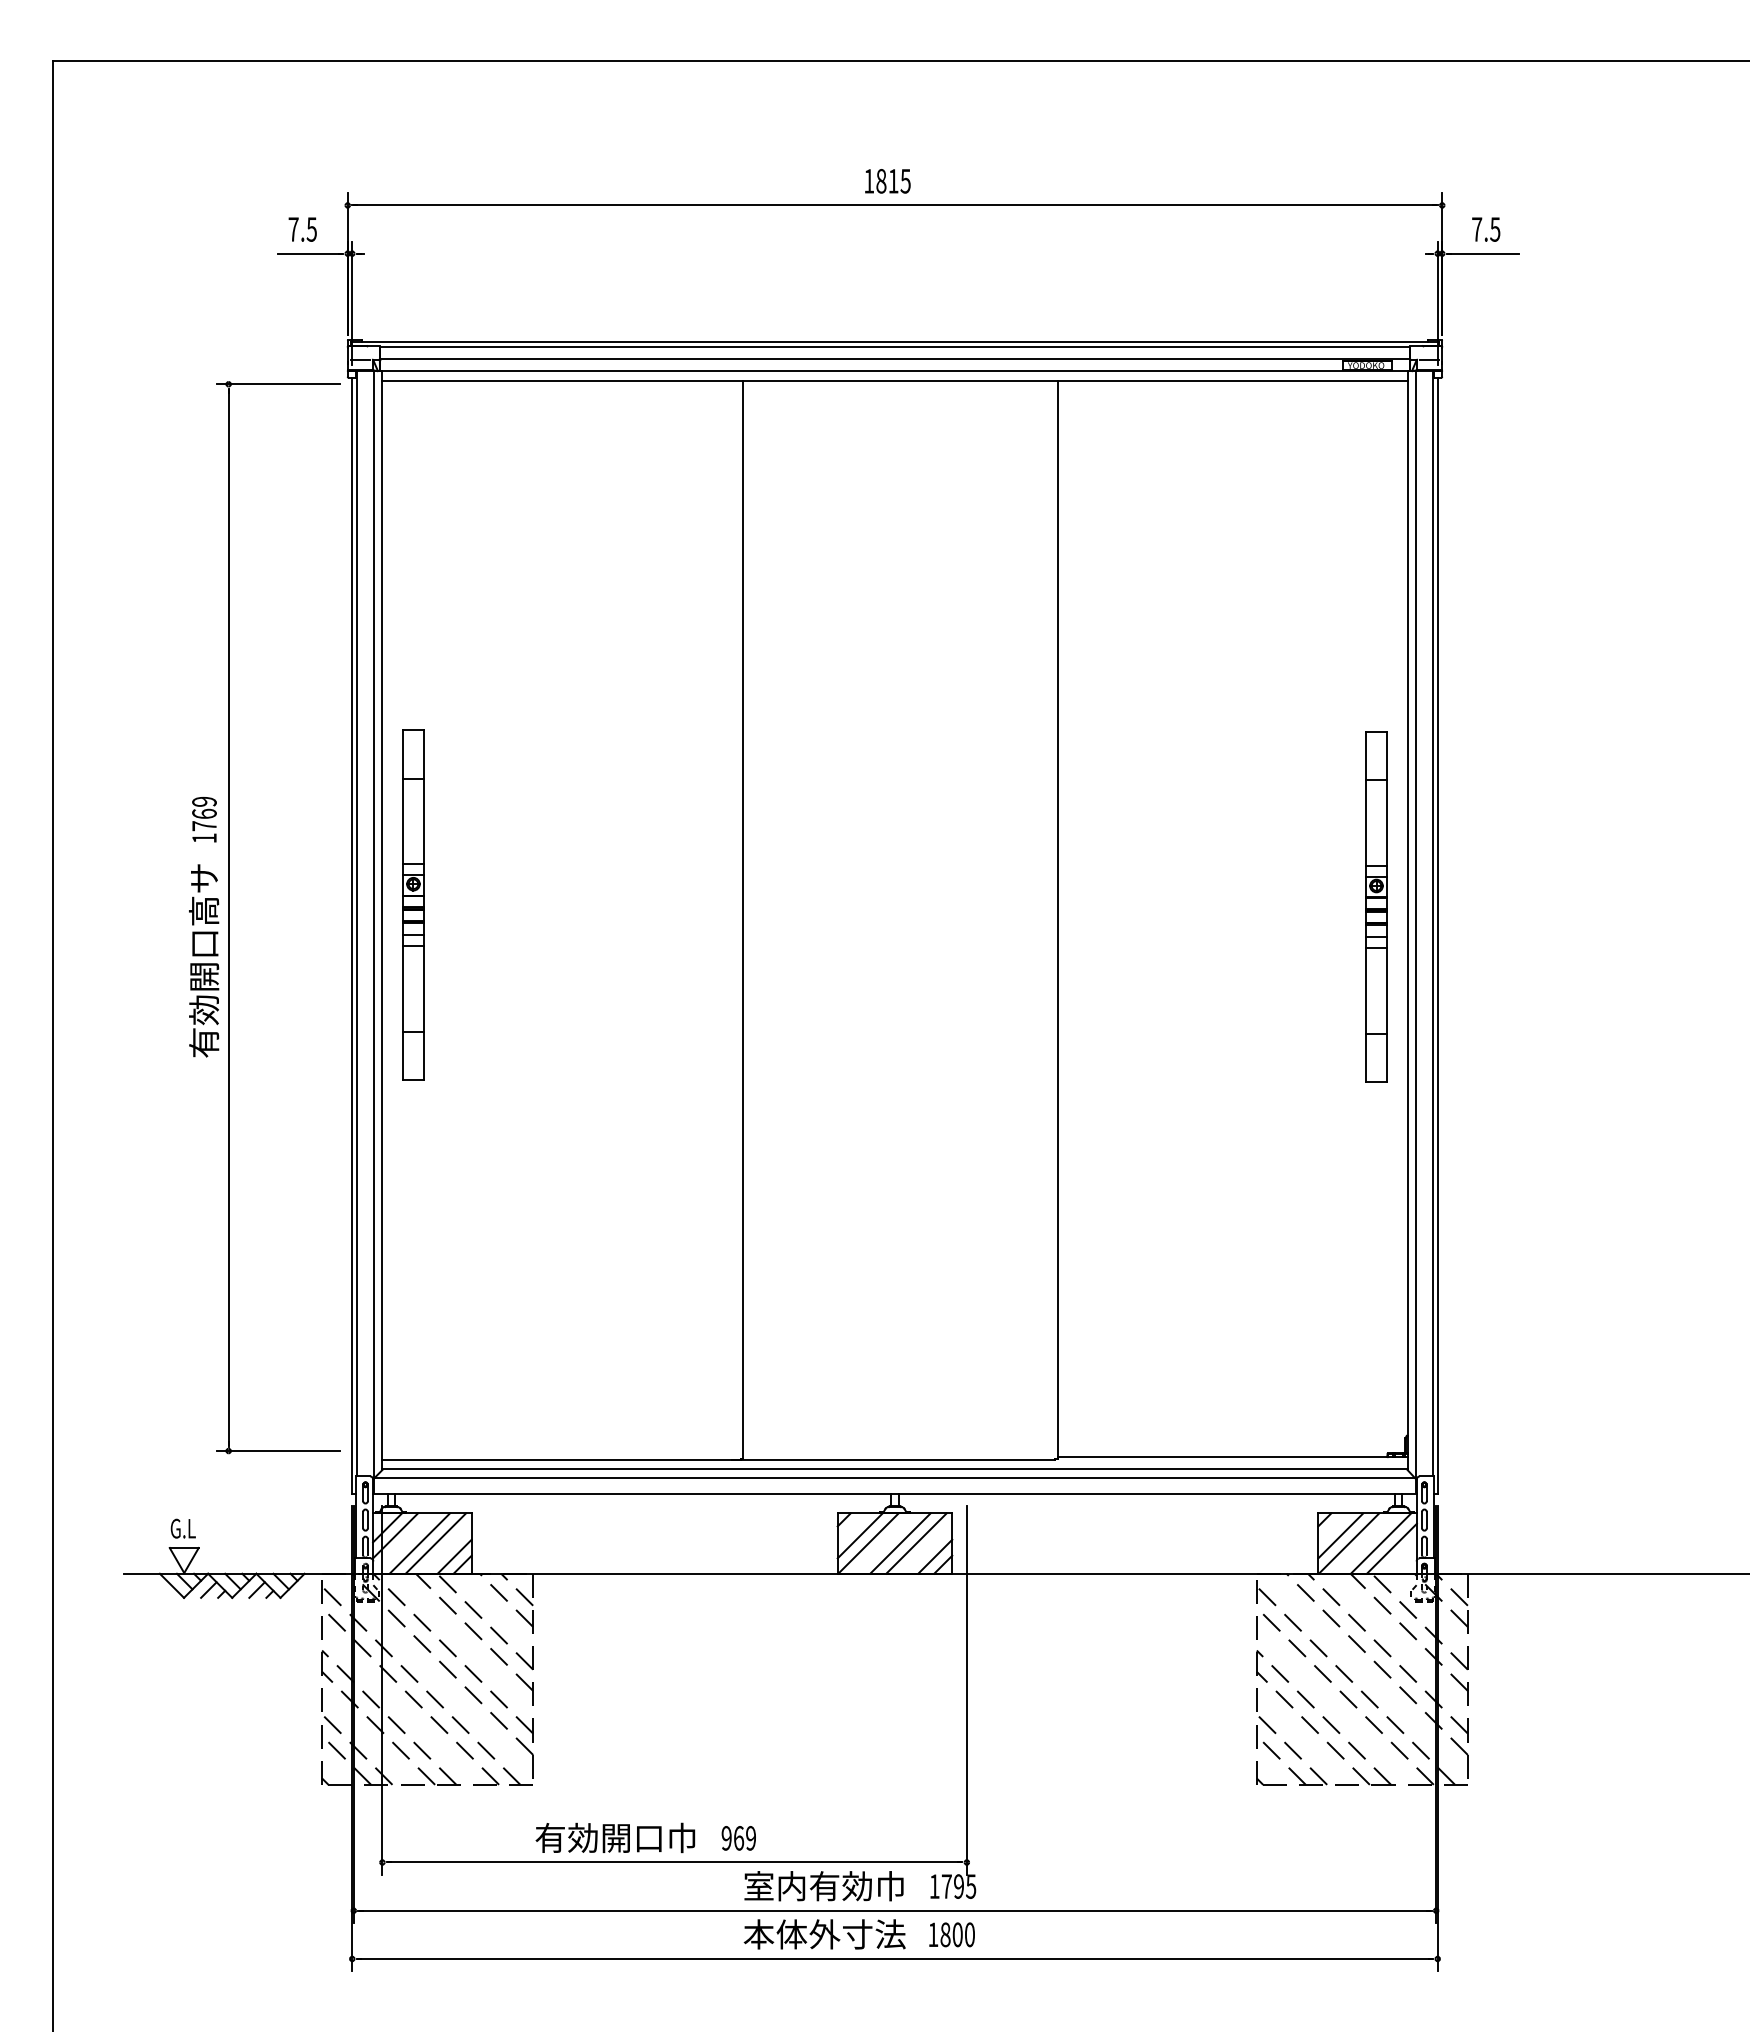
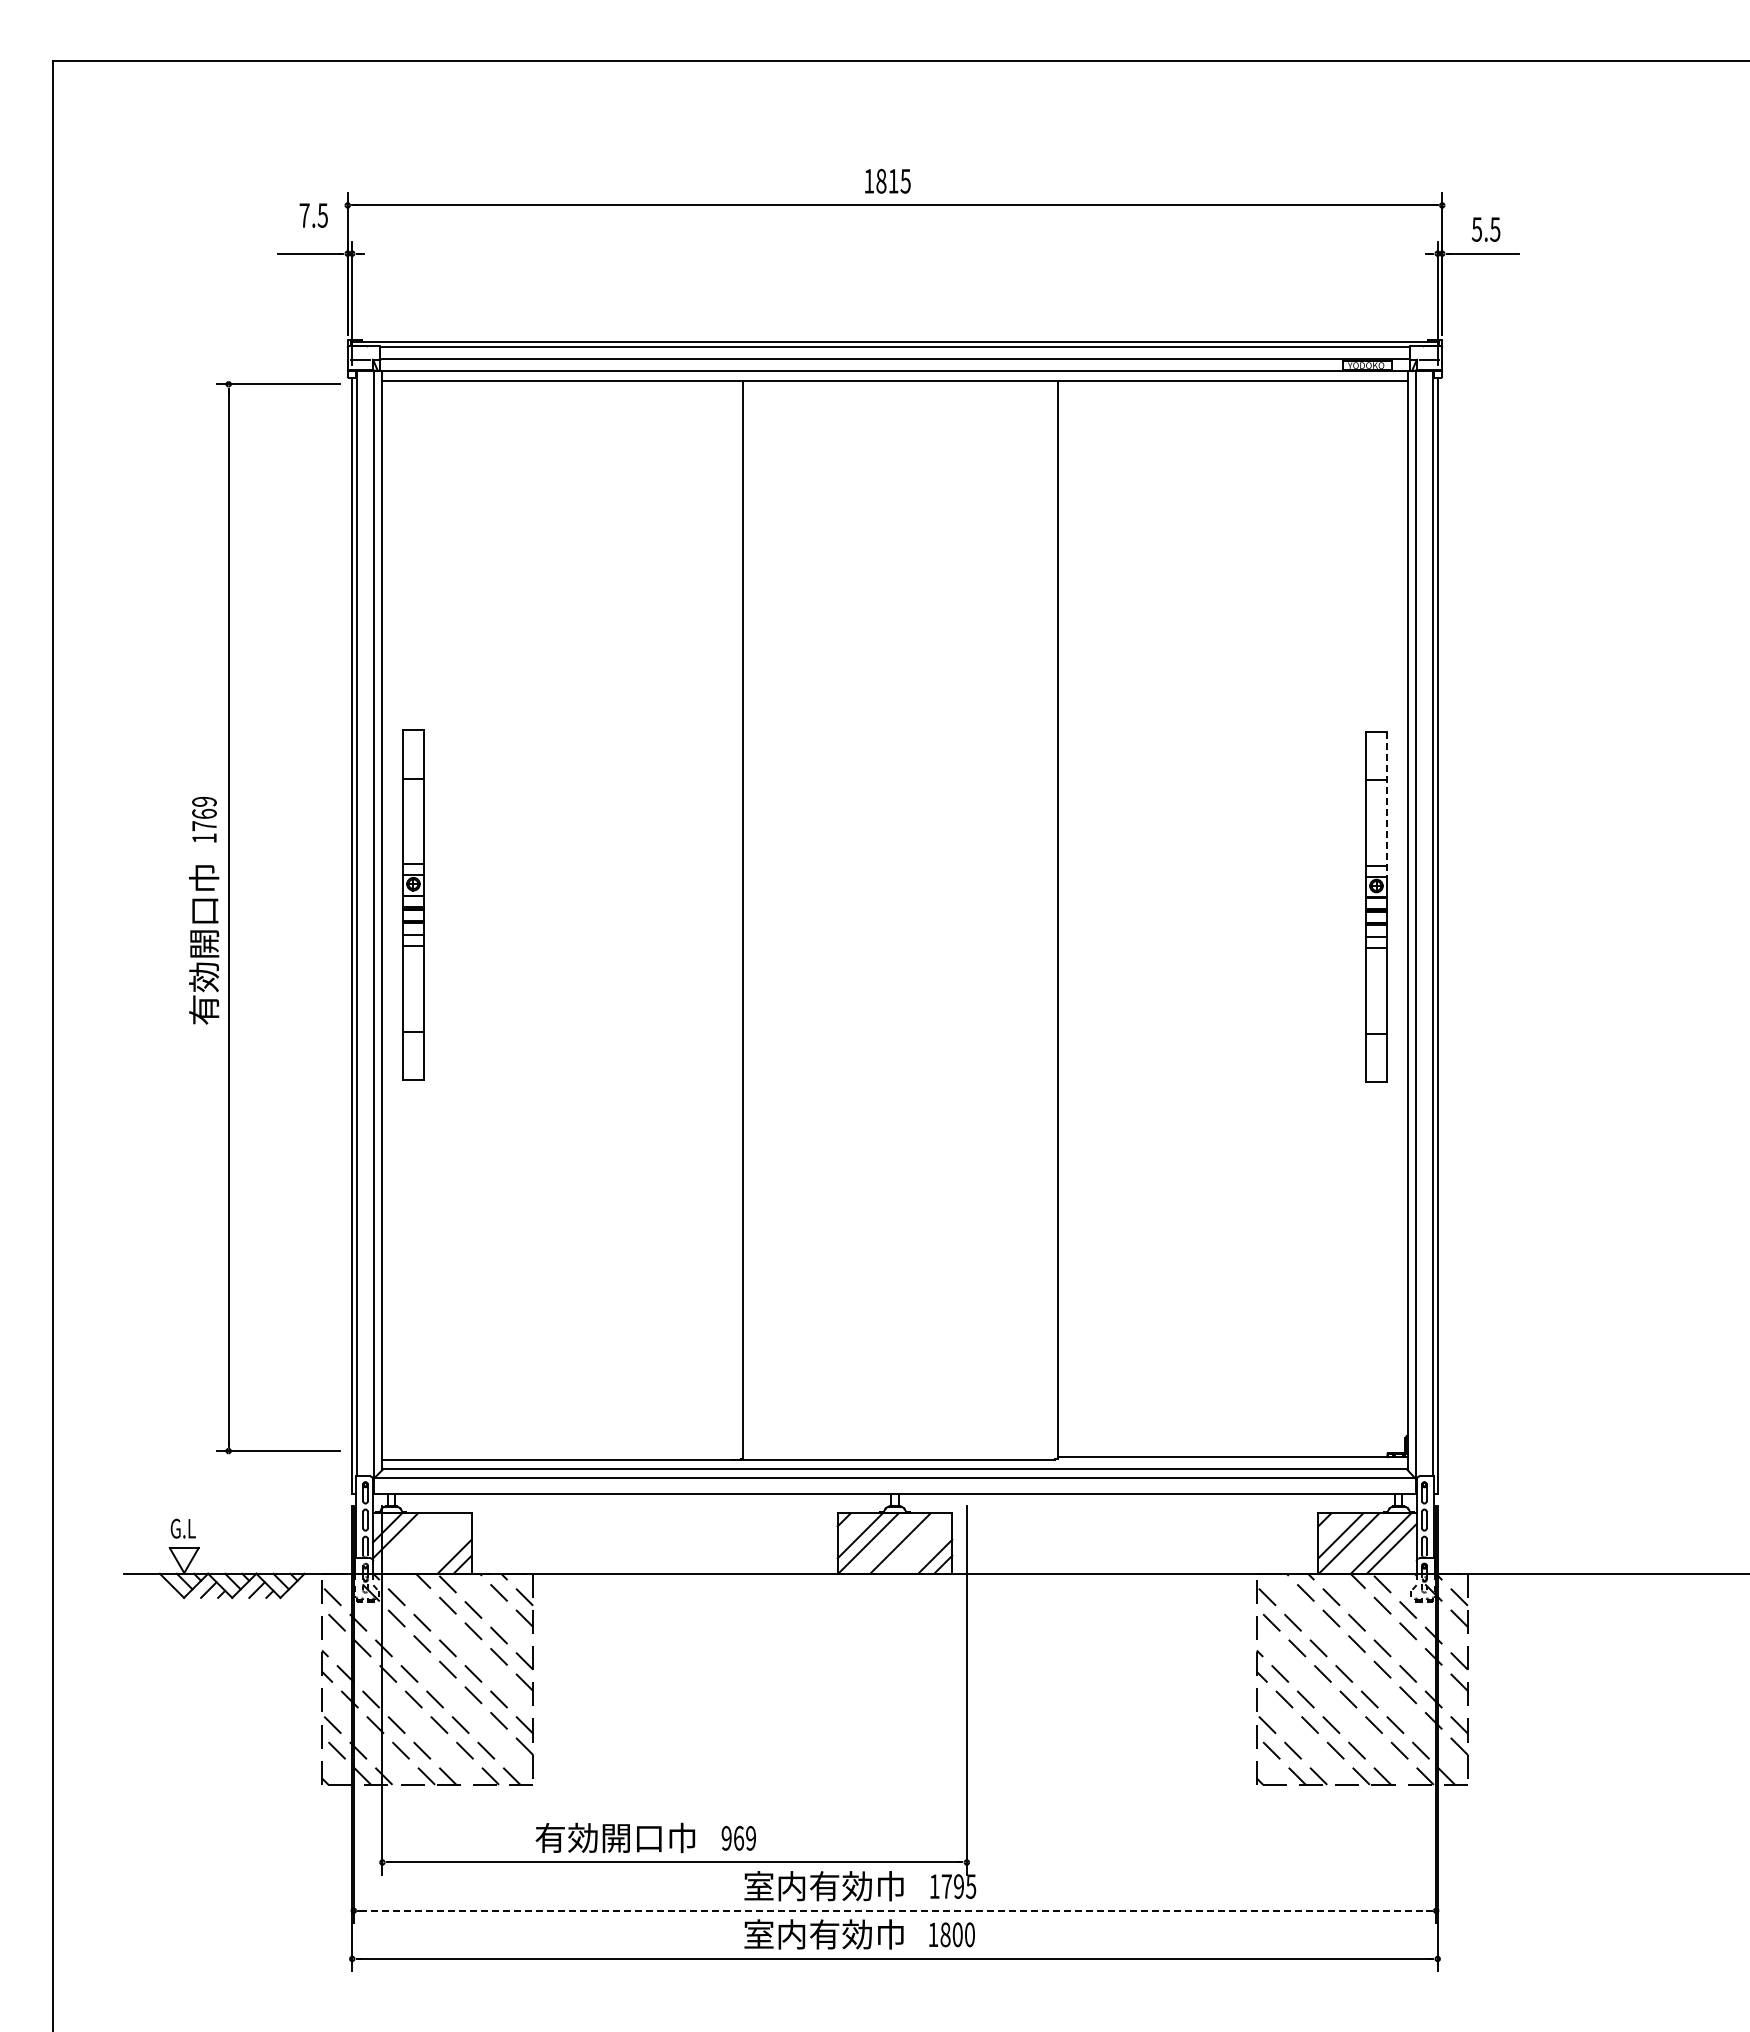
text at (302, 229) position: (302, 229) -> (313, 215)
text at (1476, 229): 7.5 -> 5.5
line at (1387, 805): solid -> dashed
text at (204, 960): 有効開口高サ -> 有効開口巾
line at (419, 1543): present -> none
line at (435, 1543): present -> none
line at (916, 1543): present -> none
line at (895, 1910): solid -> dashed
text at (824, 1934): 本体外寸法 -> 室内有効巾
